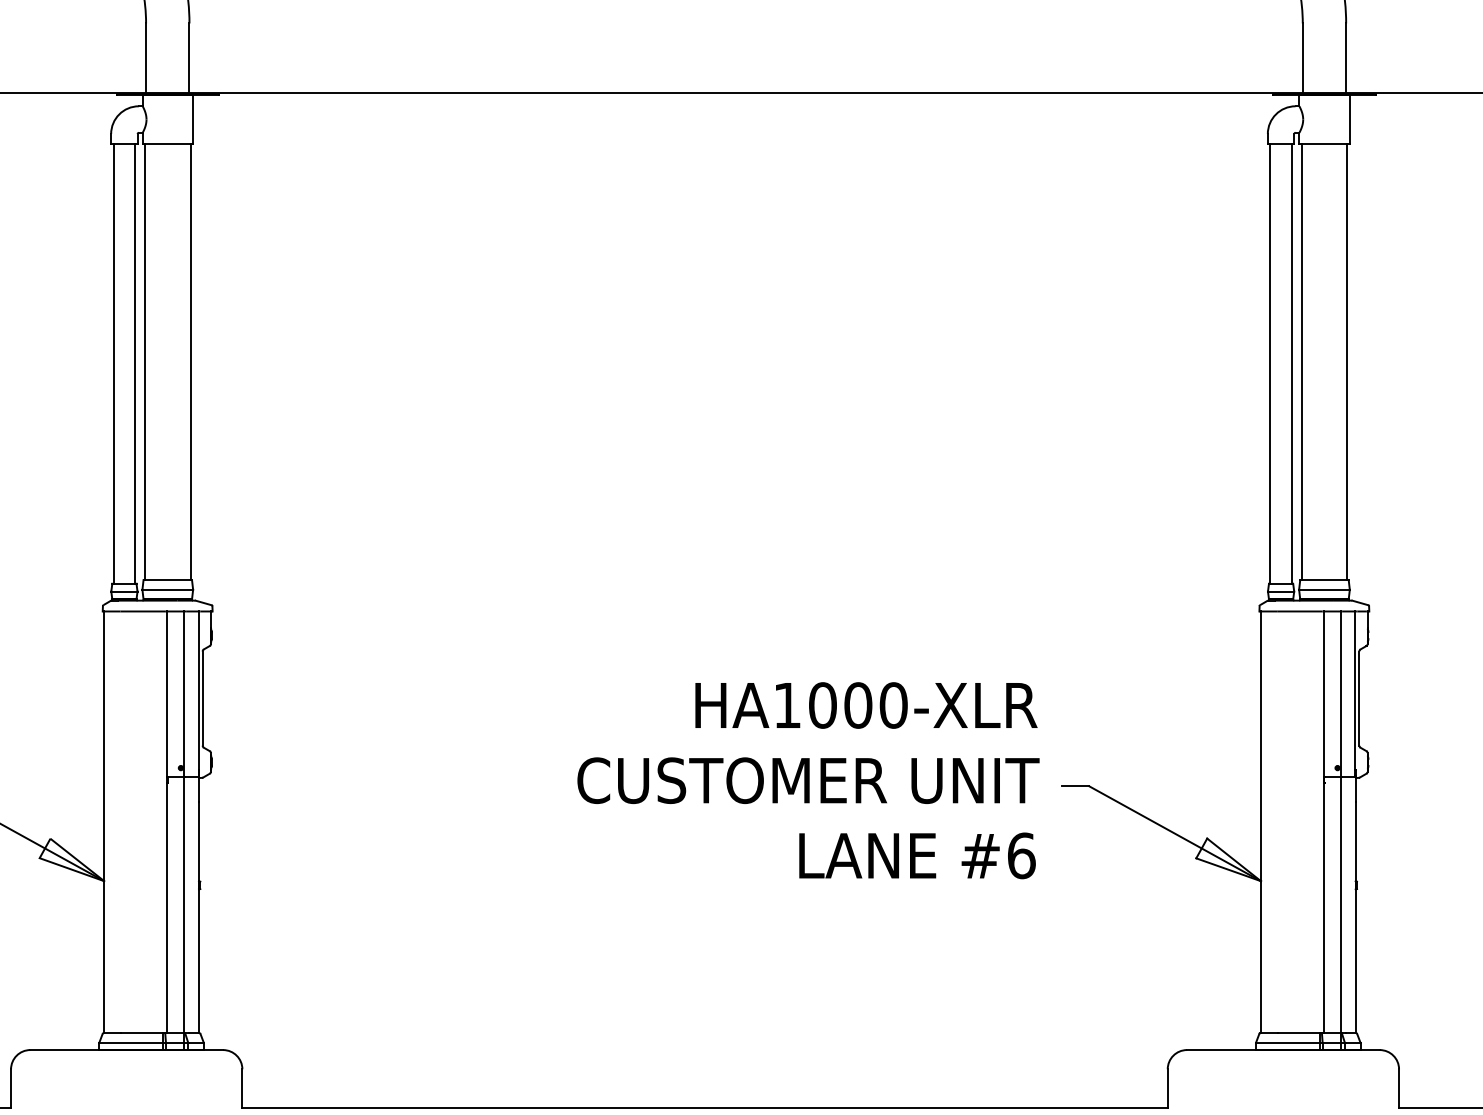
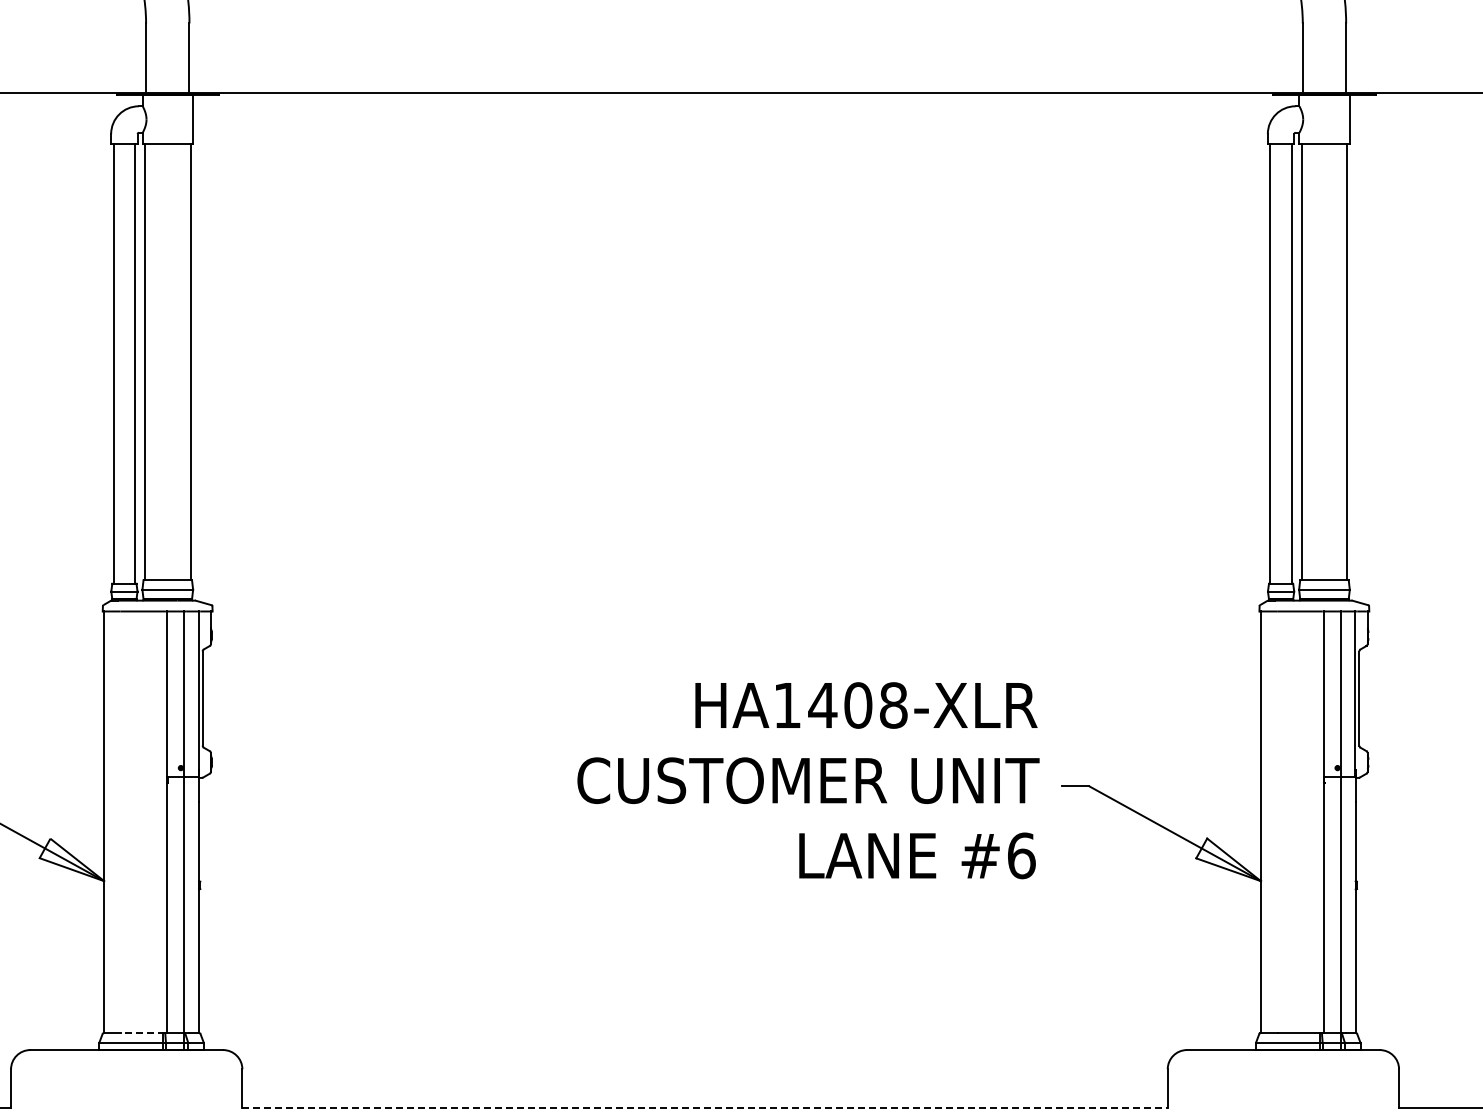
text at (857, 705): HA1000-XLR -> HA1408-XLR
line at (142, 1033): solid -> dashed
line at (705, 1107): solid -> dashed
